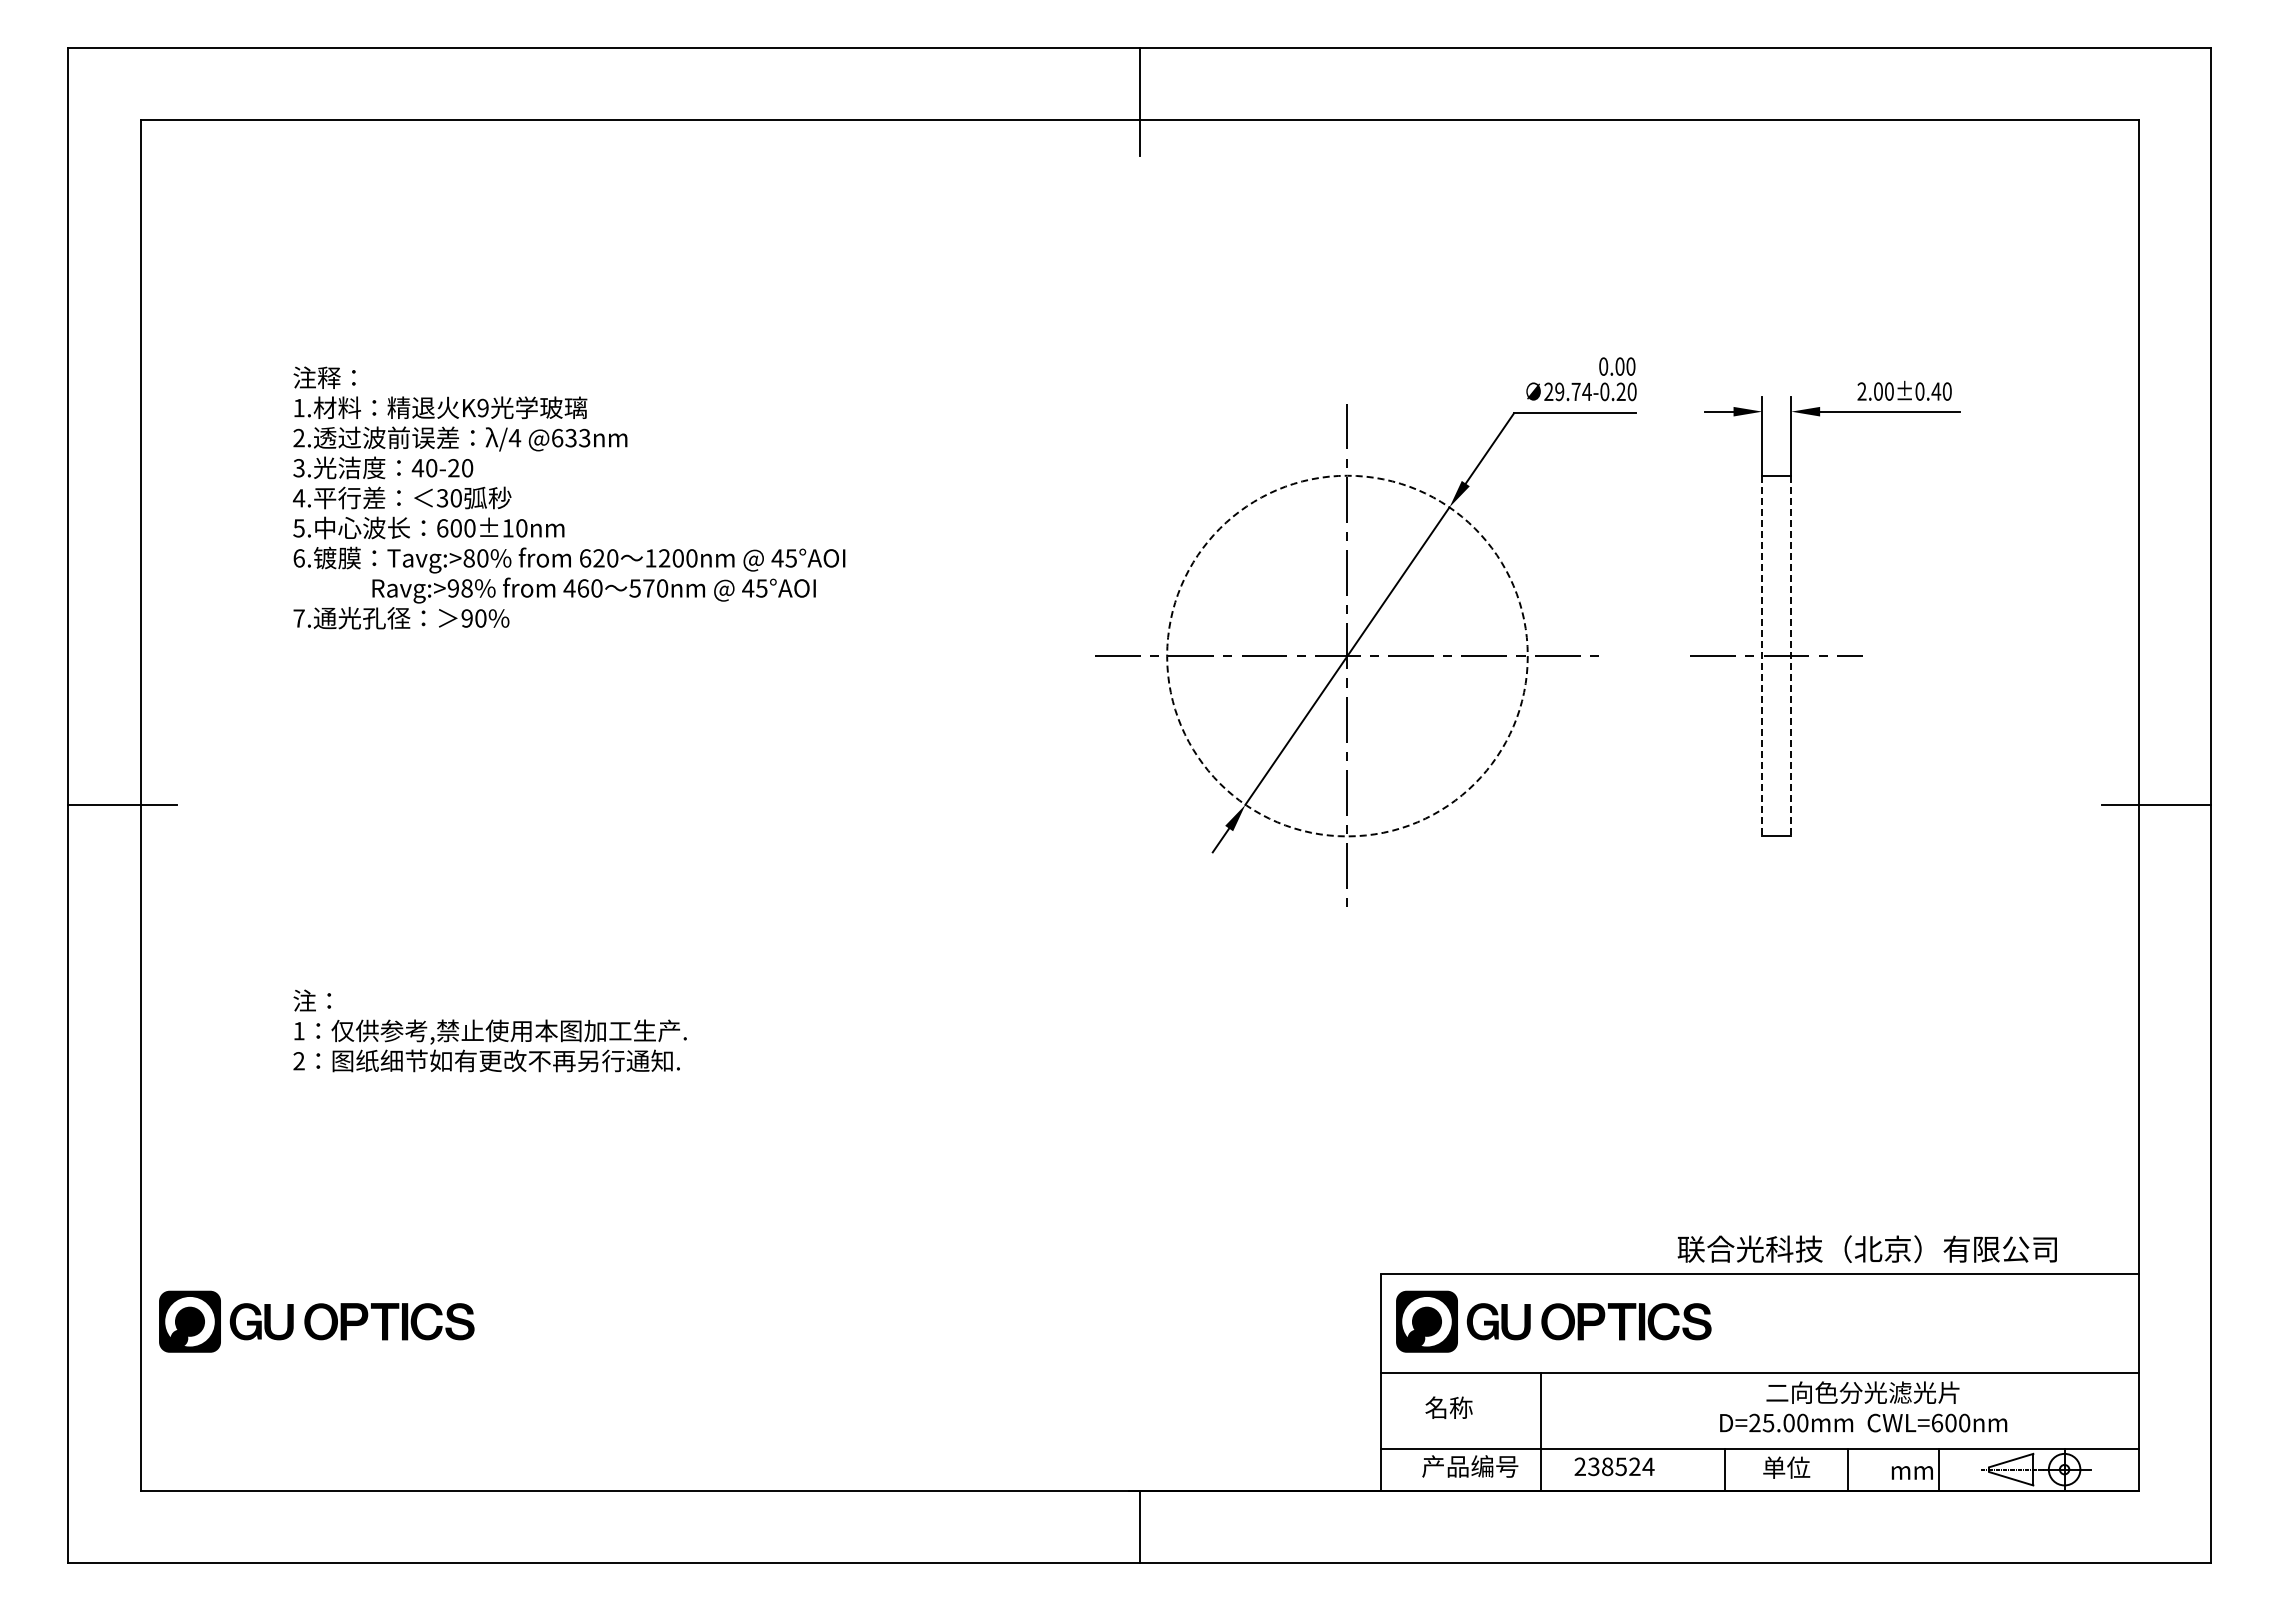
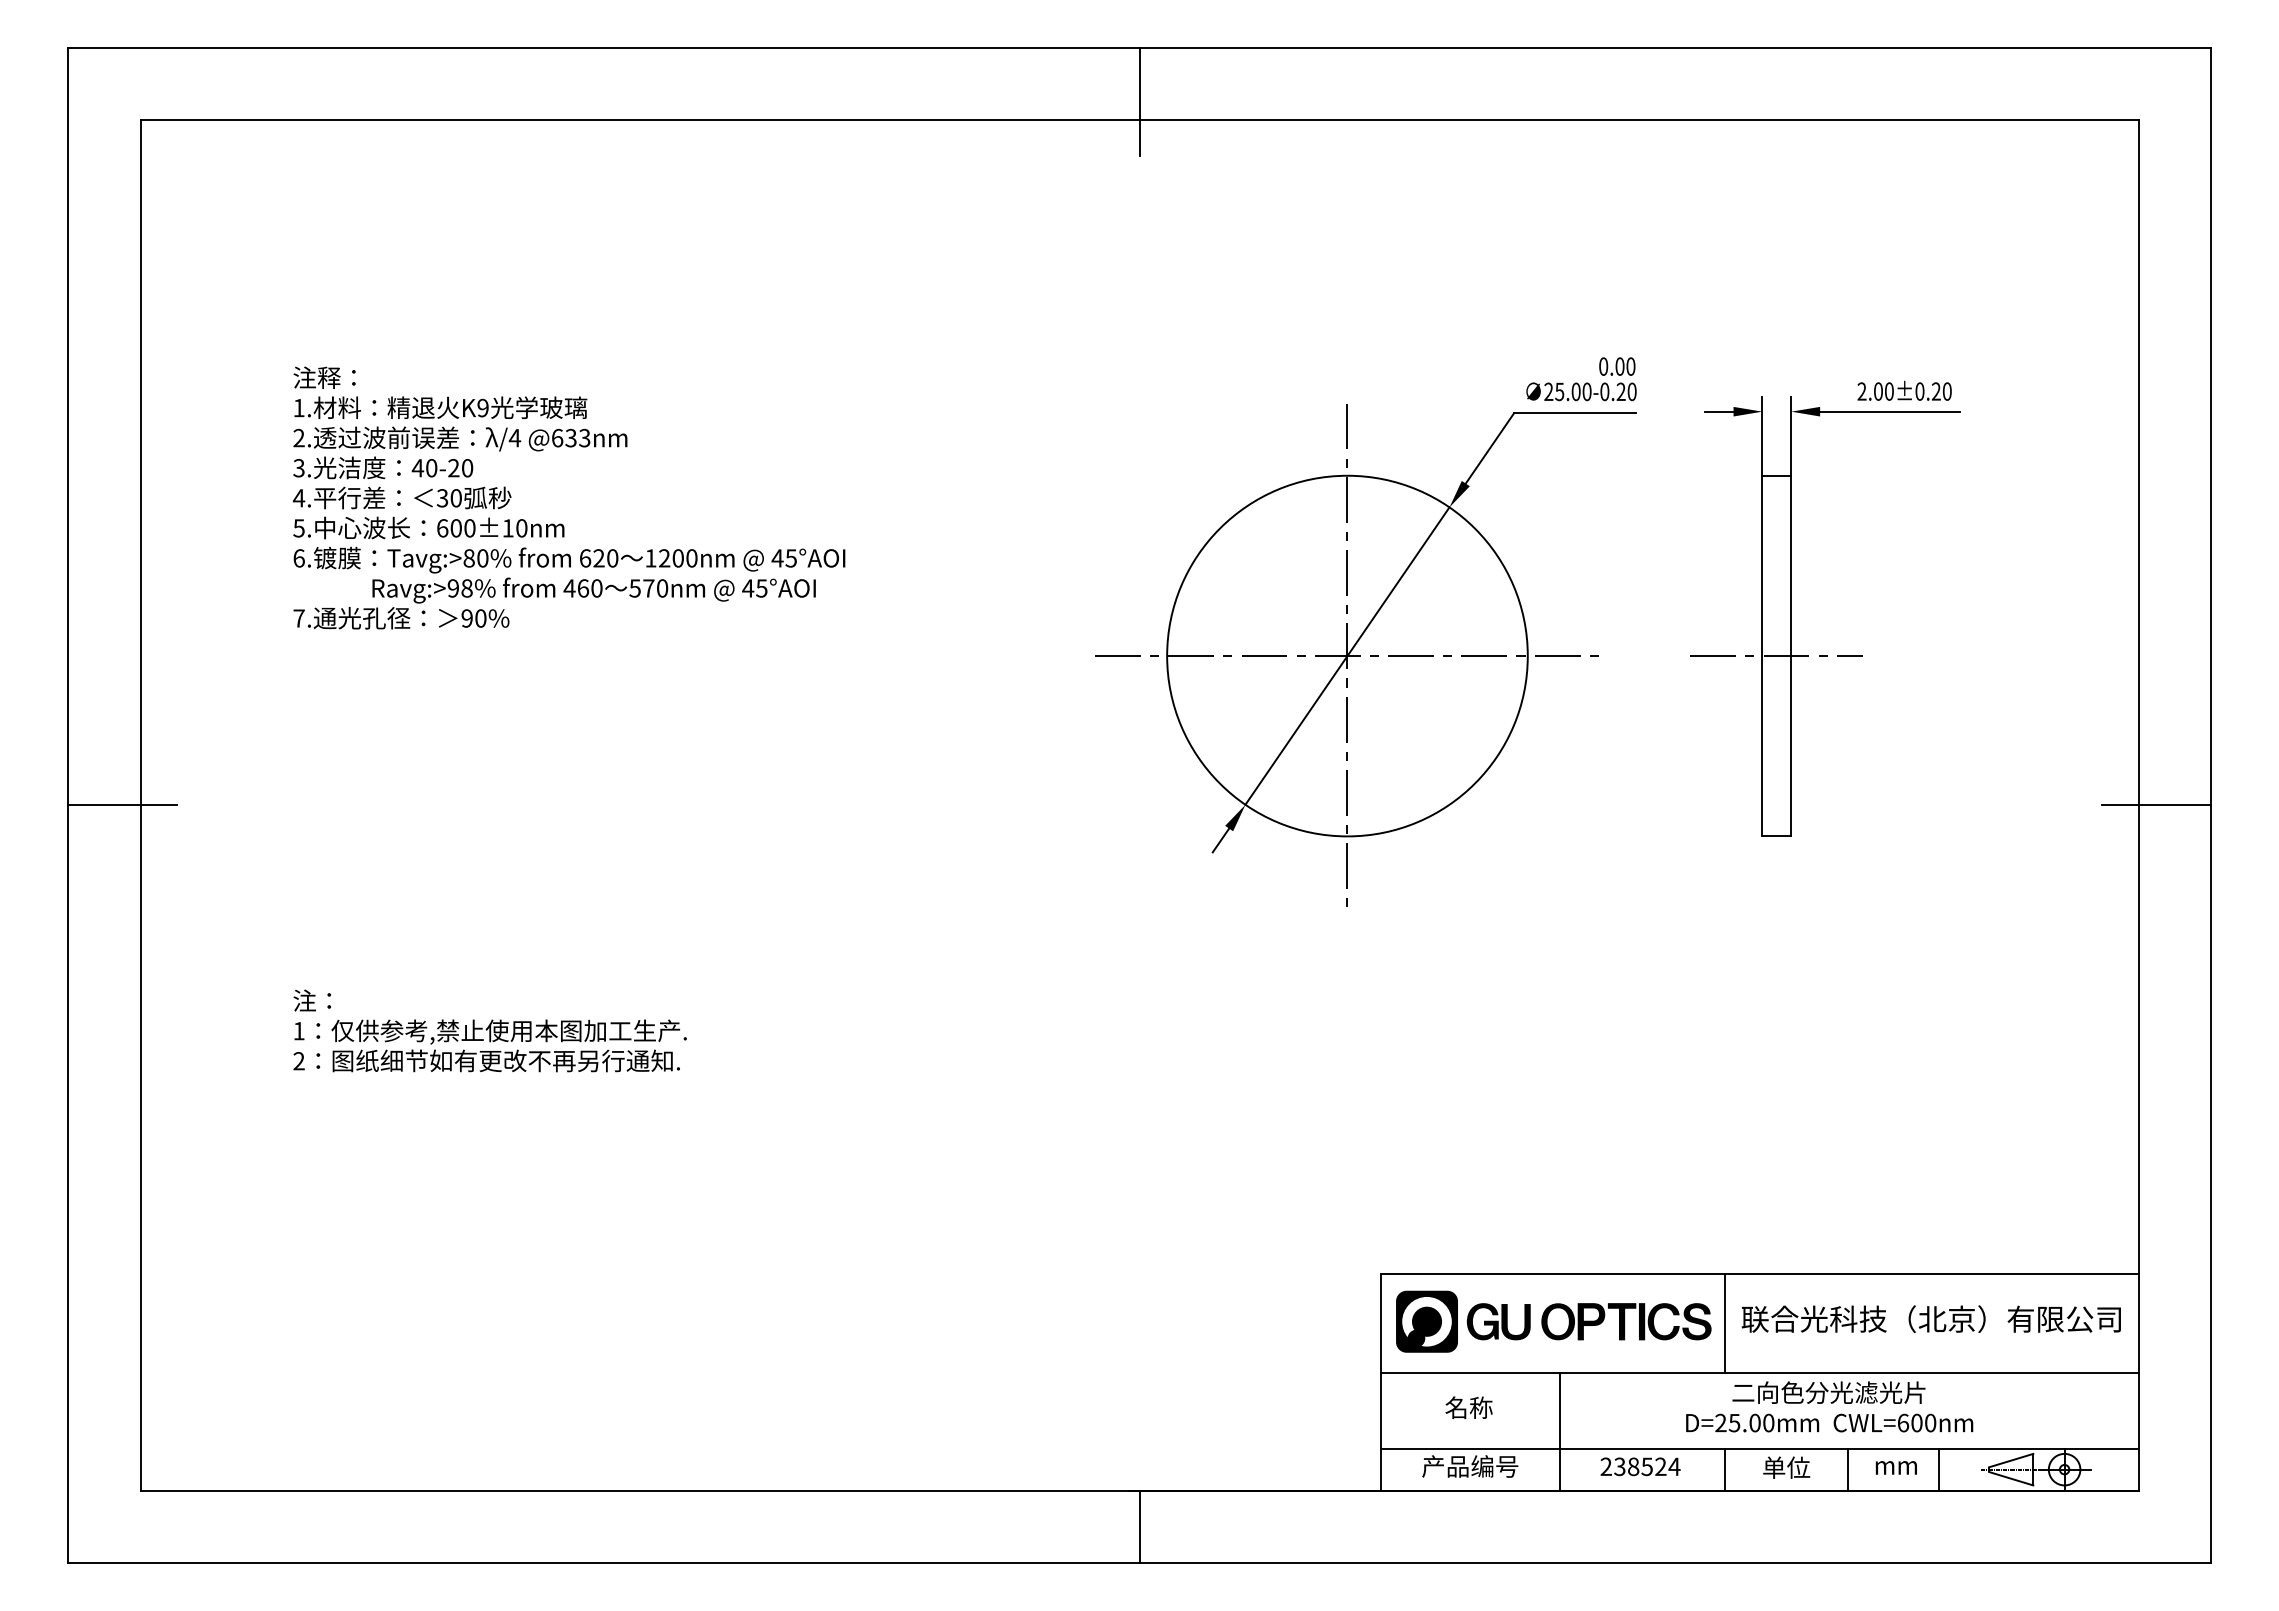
text at (1573, 391): 29.74 -> 25.00
text at (1936, 391): 2.00±0.40 -> 2.00±0.20
circle at (1347, 655): dashed -> solid
line at (1762, 656): dashed -> solid
line at (1791, 656): dashed -> solid
text at (1866, 1248) position: (1866, 1248) -> (1930, 1318)
part at (316, 1321): present -> none
line at (1724, 1323): none -> present
text at (1863, 1406) position: (1863, 1406) -> (1829, 1406)
text at (1448, 1407) position: (1448, 1407) -> (1468, 1407)
line at (1540, 1431) position: (1540, 1431) -> (1559, 1431)
text at (1614, 1466) position: (1614, 1466) -> (1640, 1466)
text at (1911, 1472) position: (1911, 1472) -> (1895, 1467)
